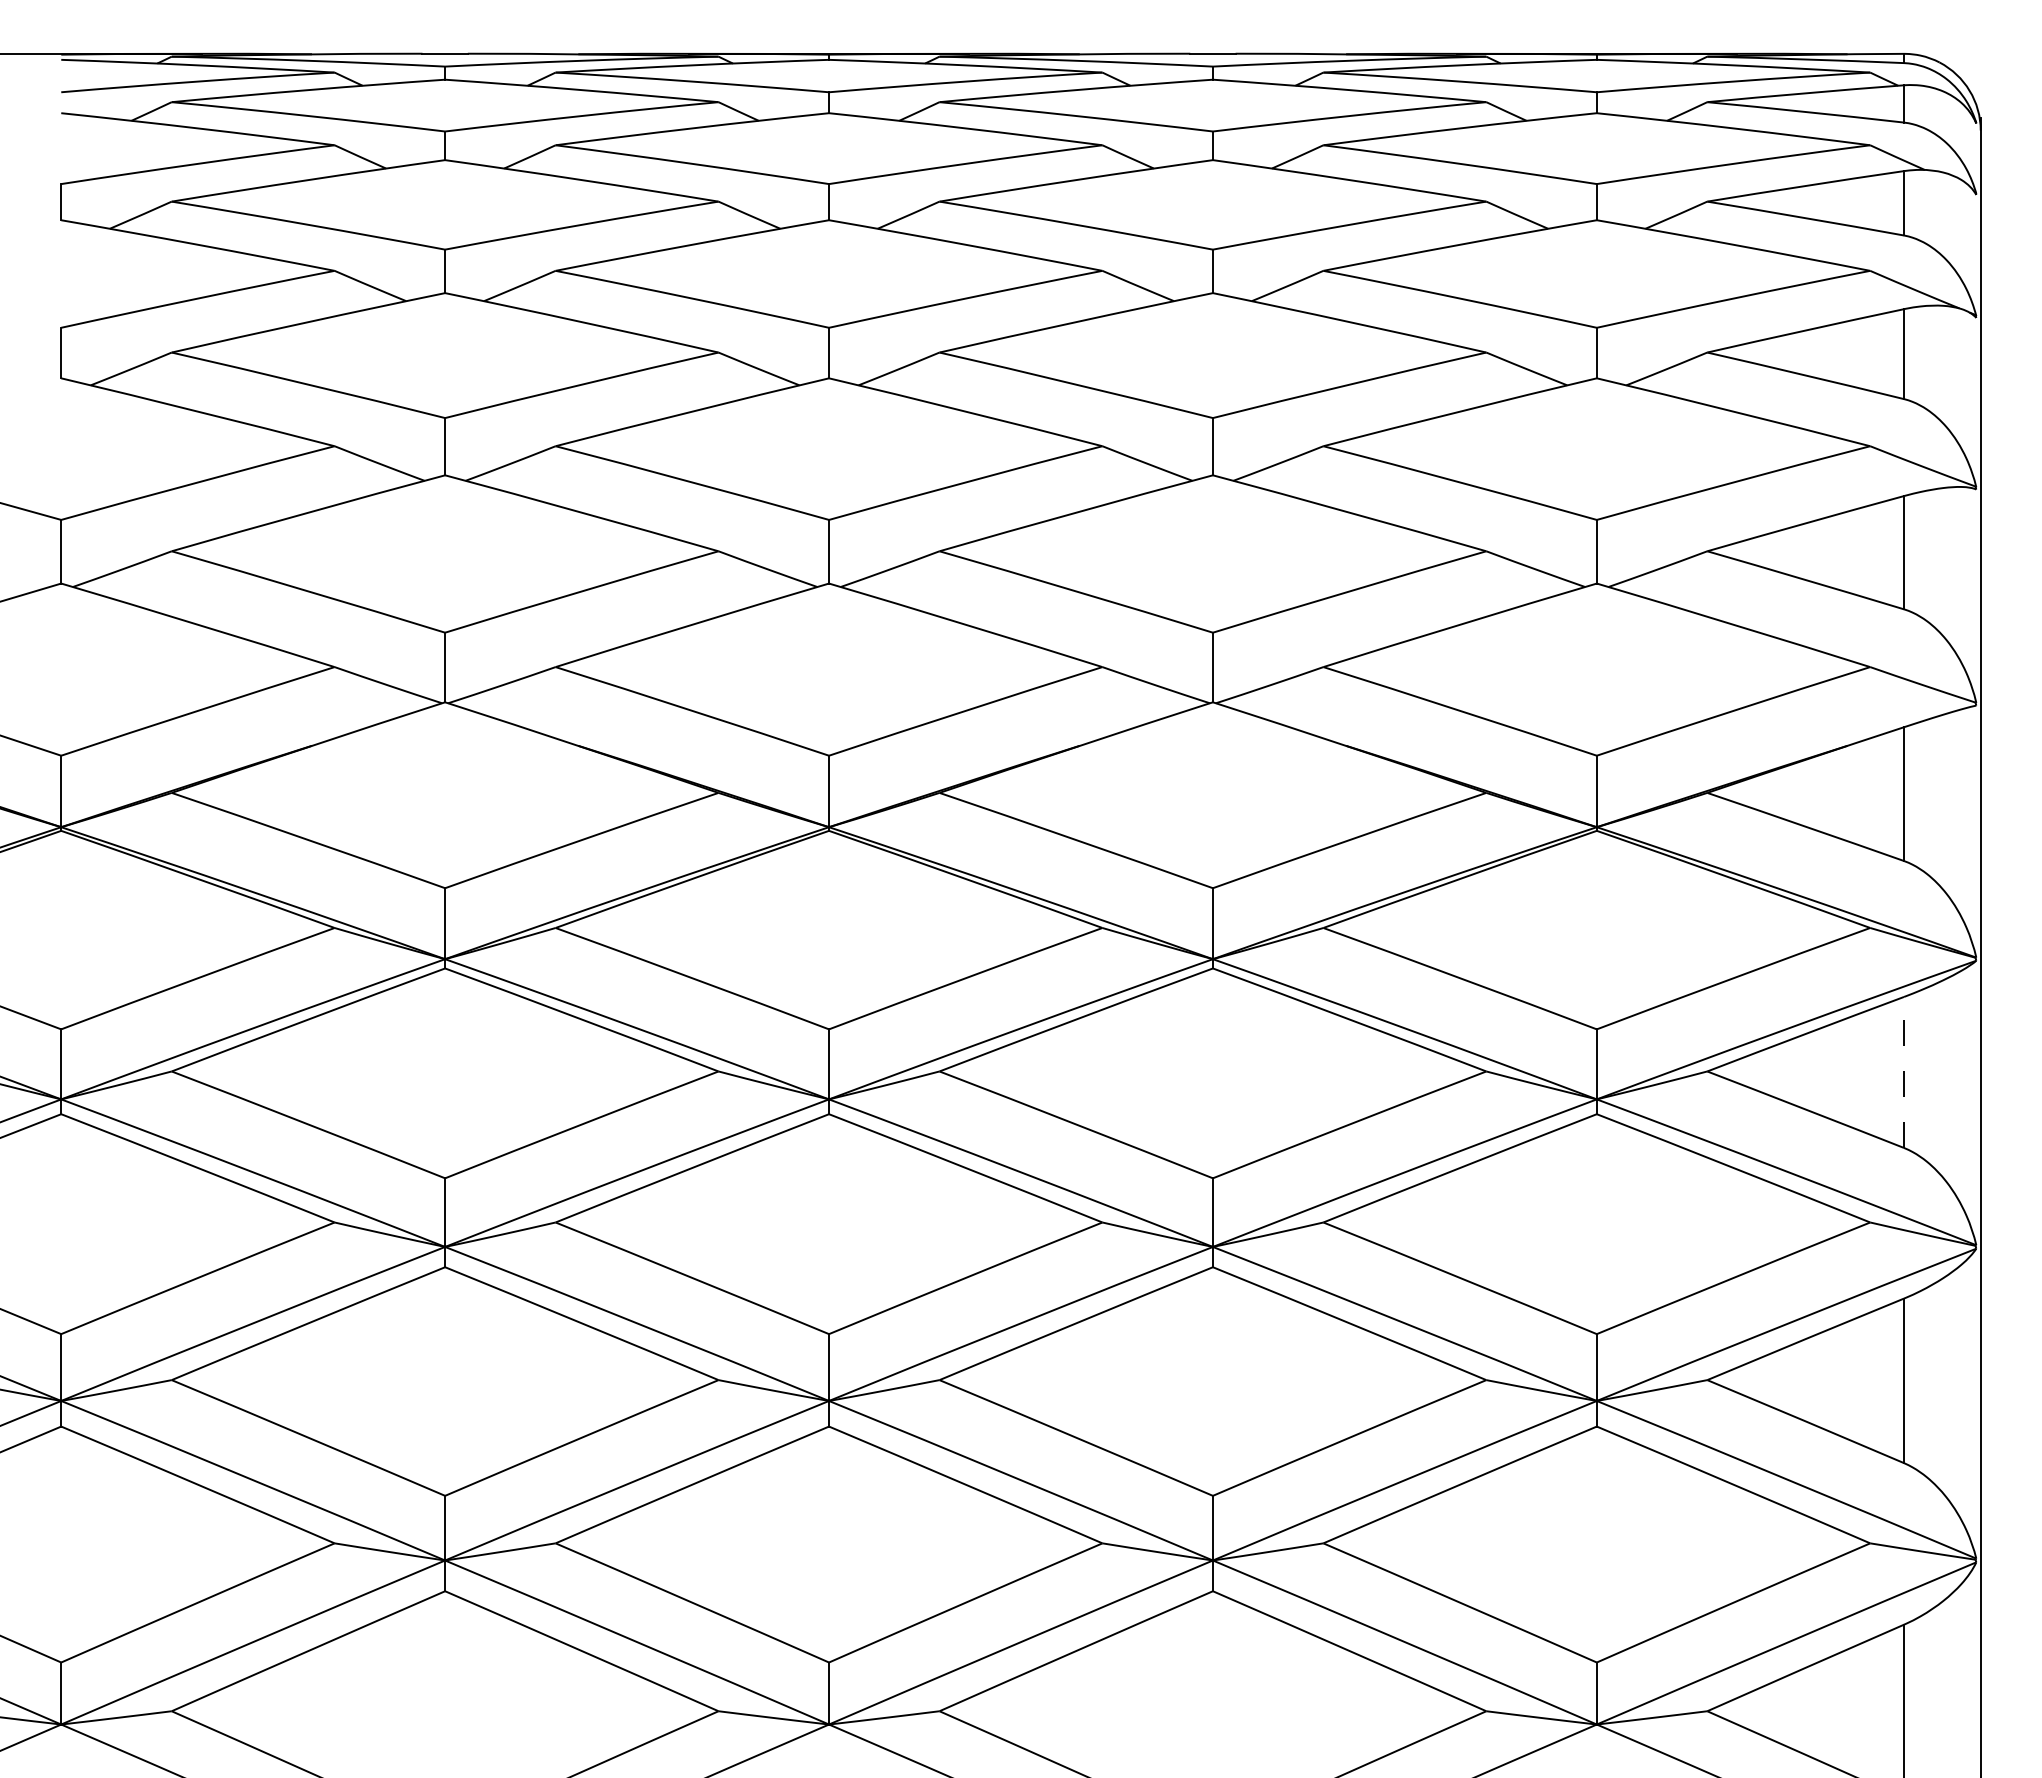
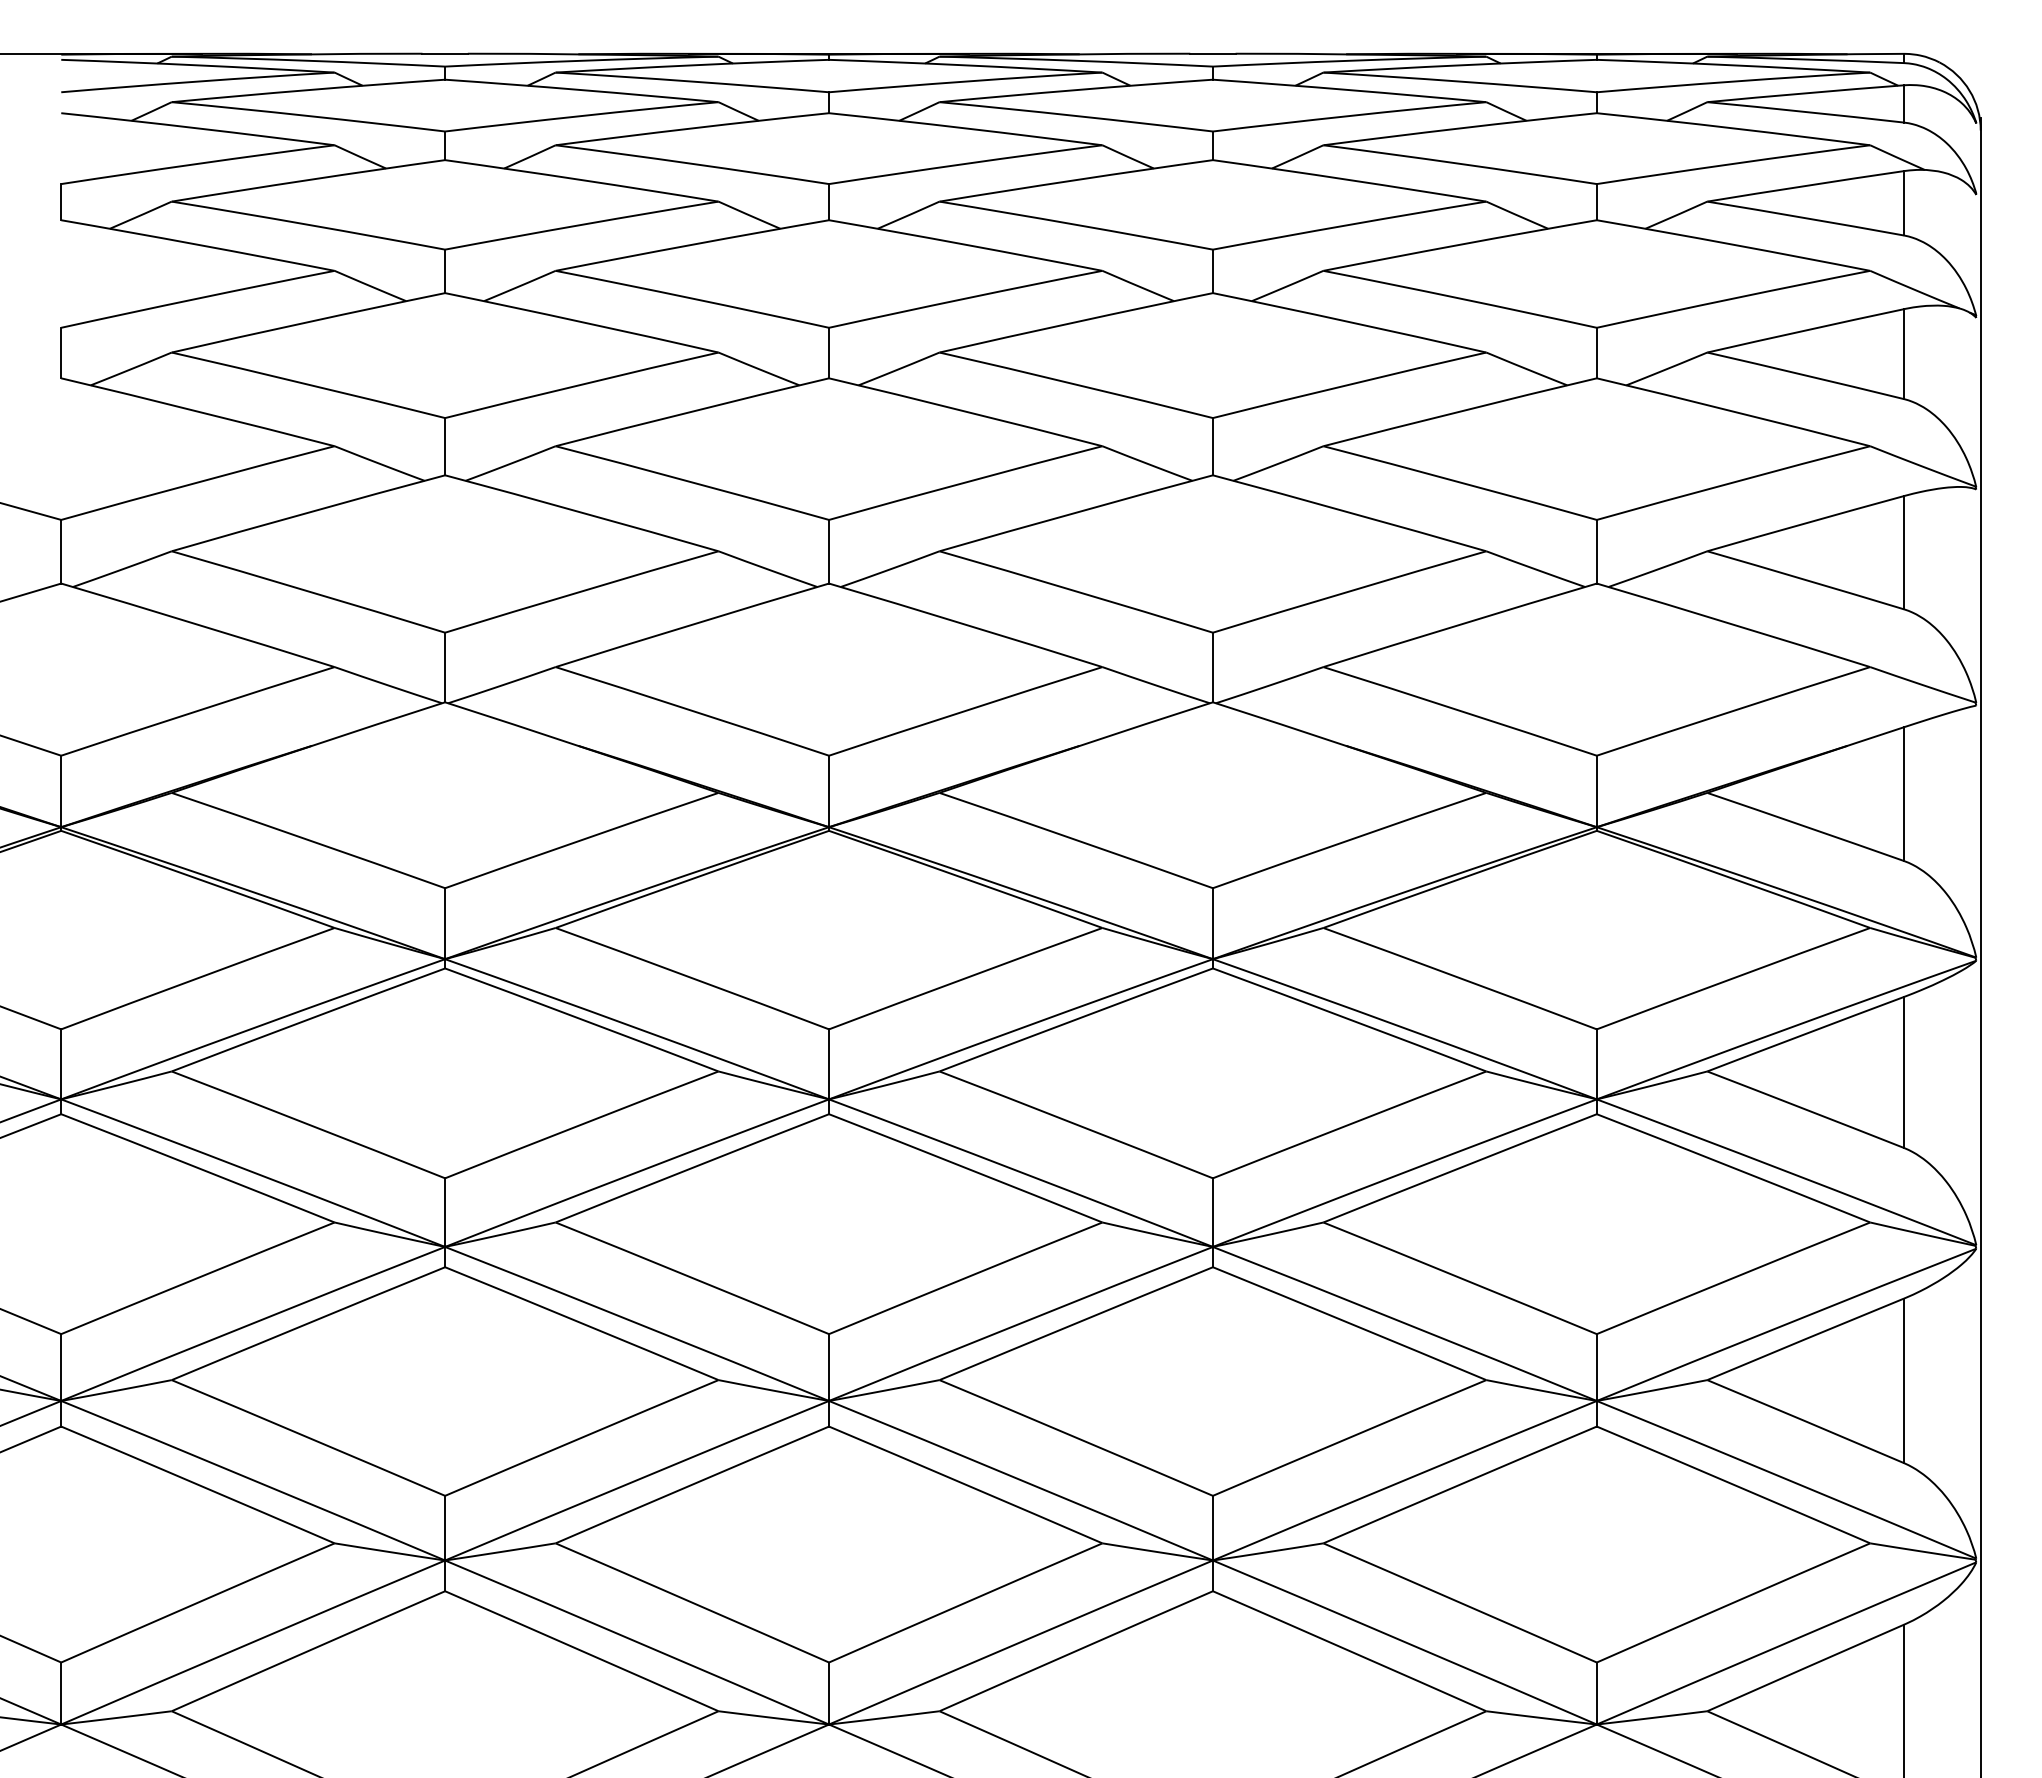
line at (1903, 1071): dashed -> solid
